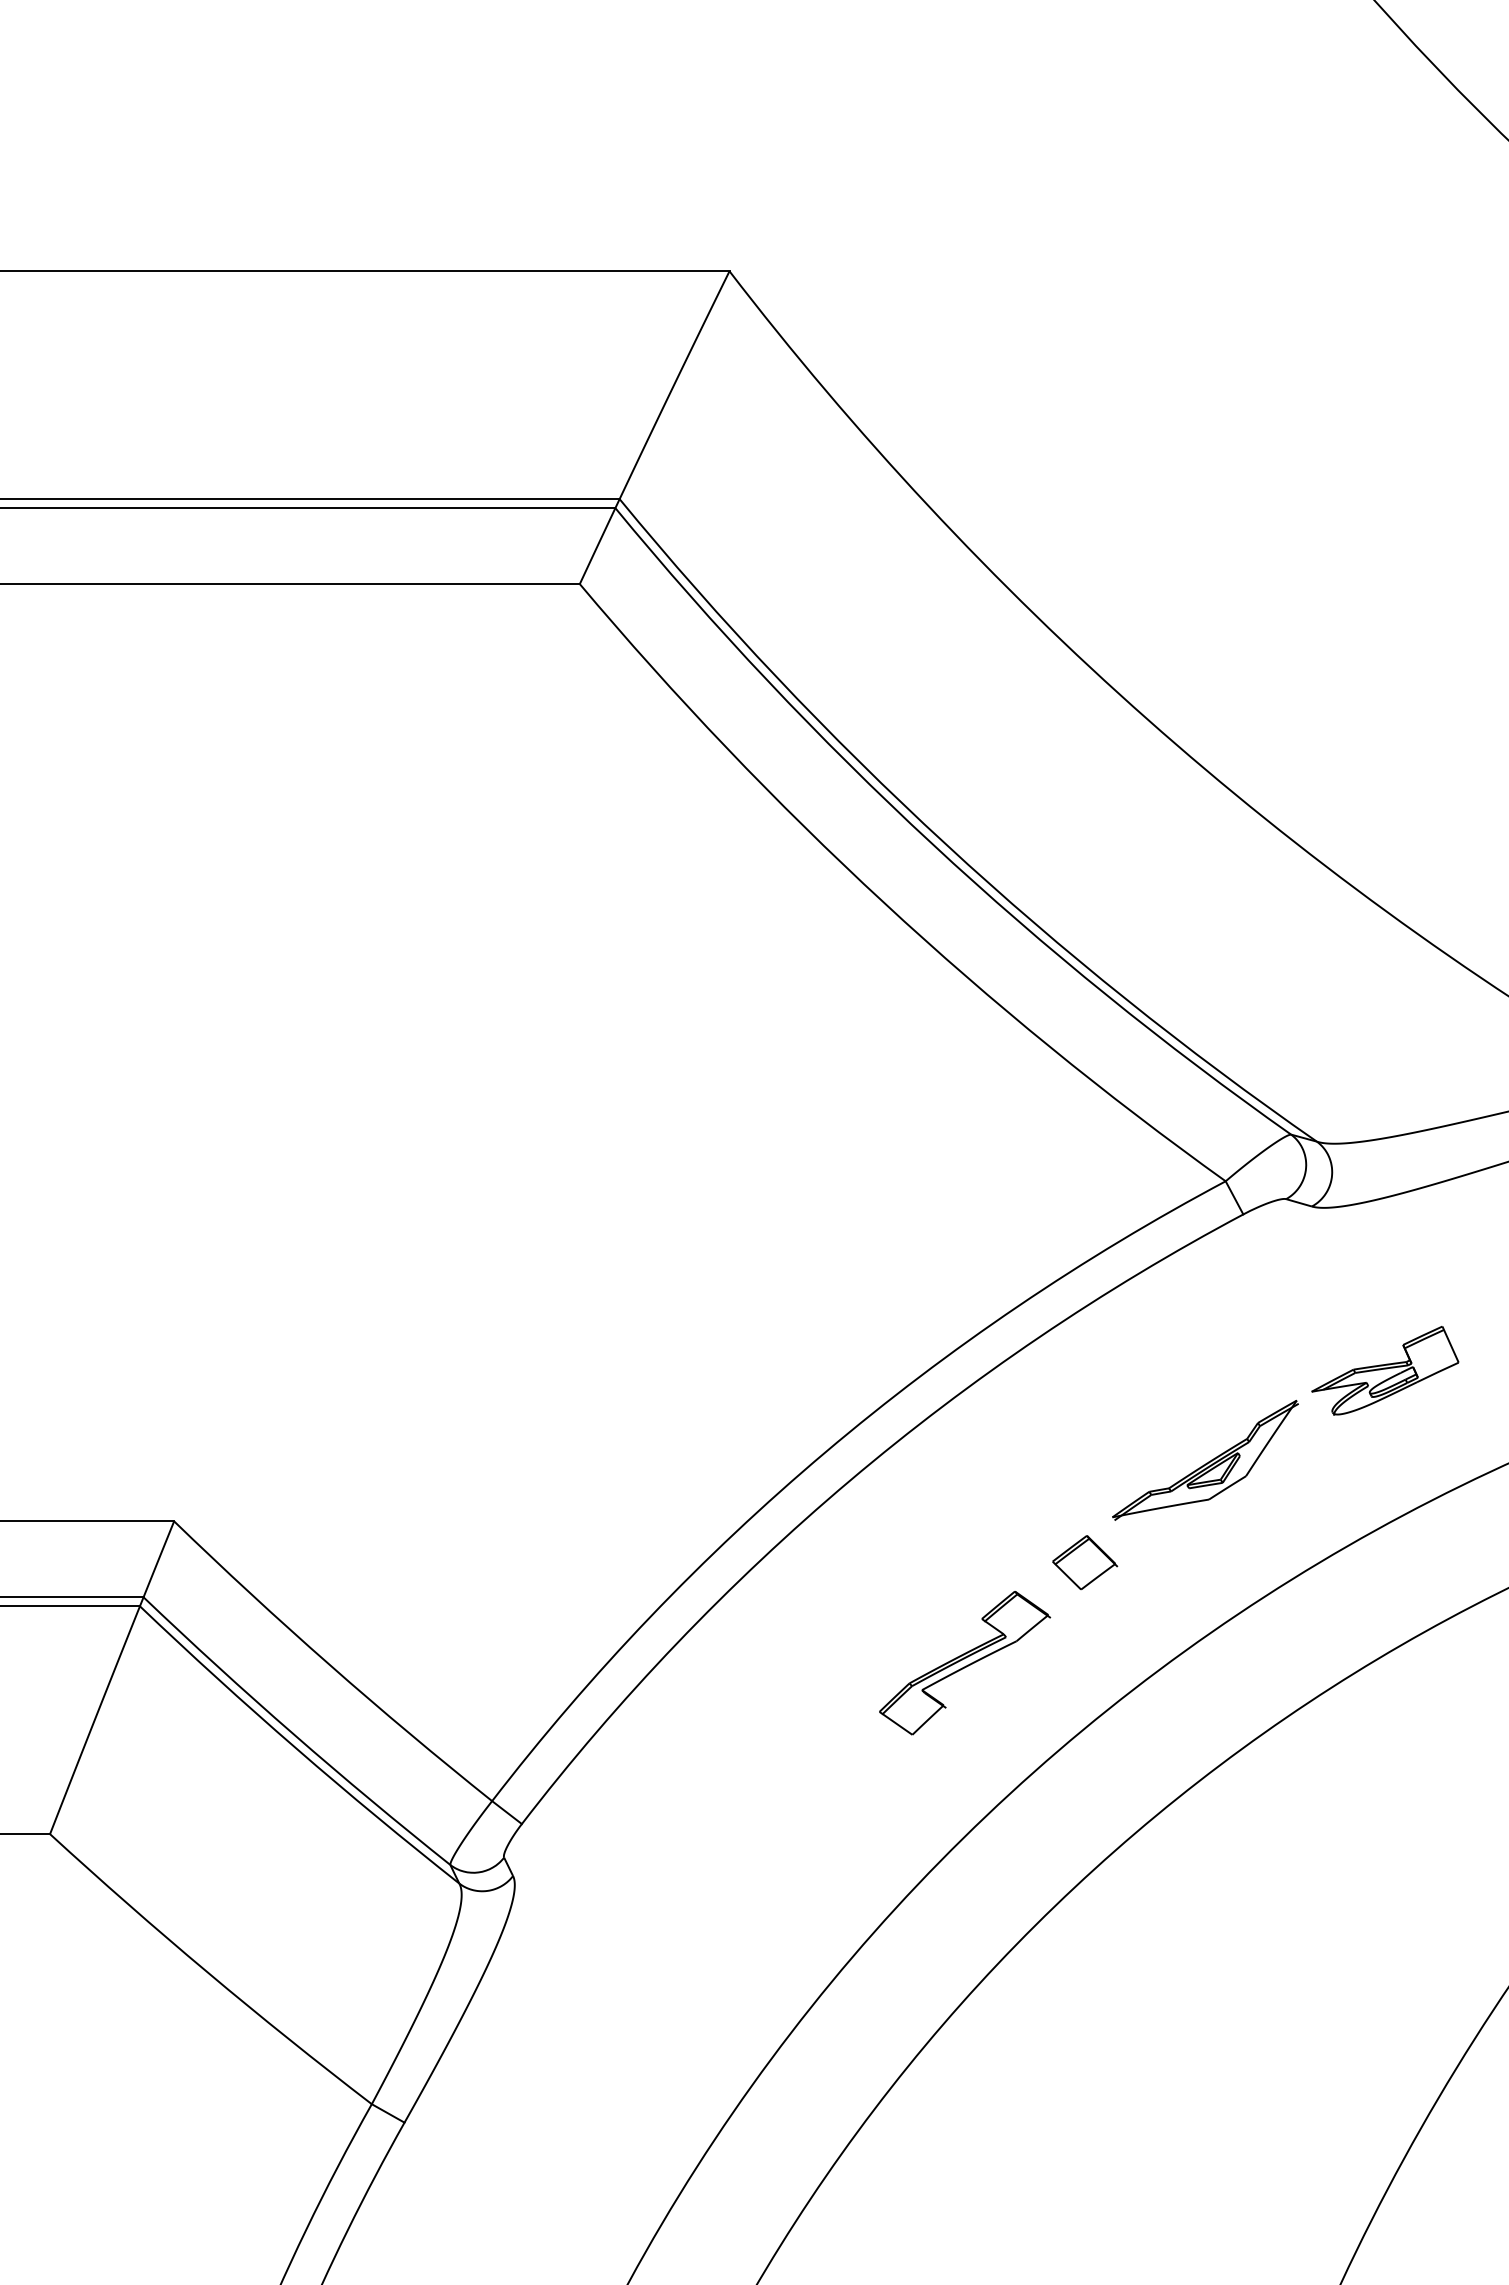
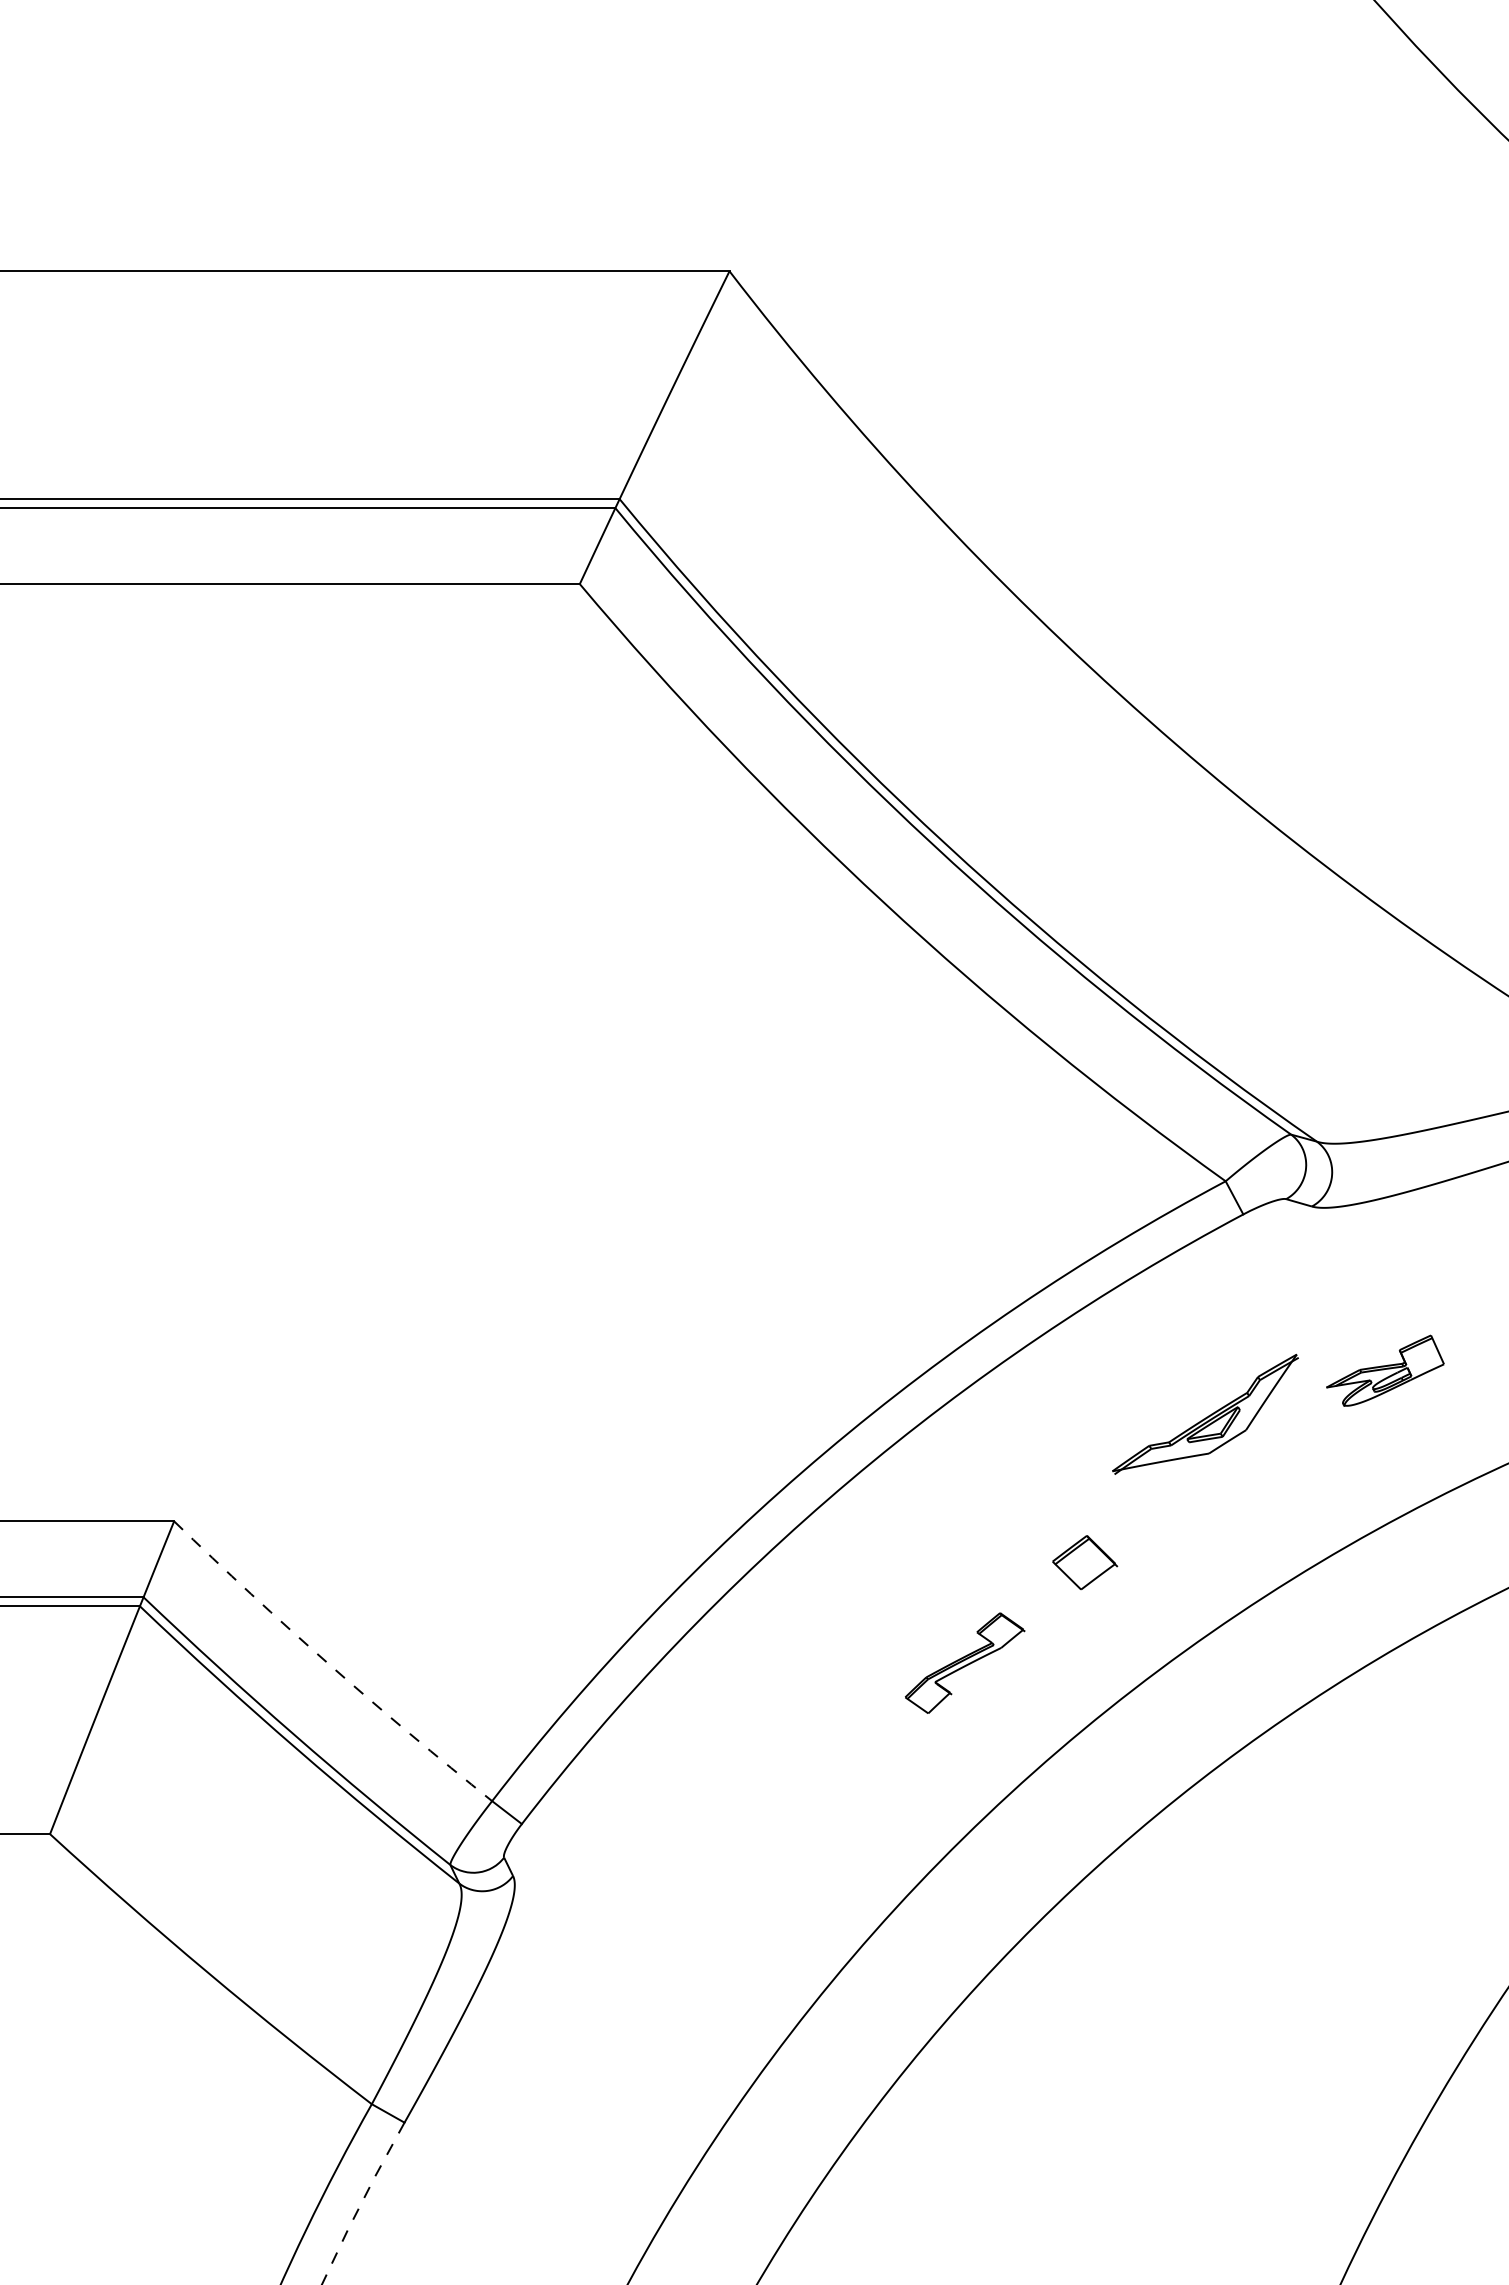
part at (1385, 1370) size: 149x90 px -> 119x73 px
part at (1205, 1459) position: (1205, 1459) -> (1205, 1413)
part at (965, 1663) size: 173x145 px -> 121x102 px
arc at (329, 1665): solid -> dashed
arc at (361, 2203): solid -> dashed
